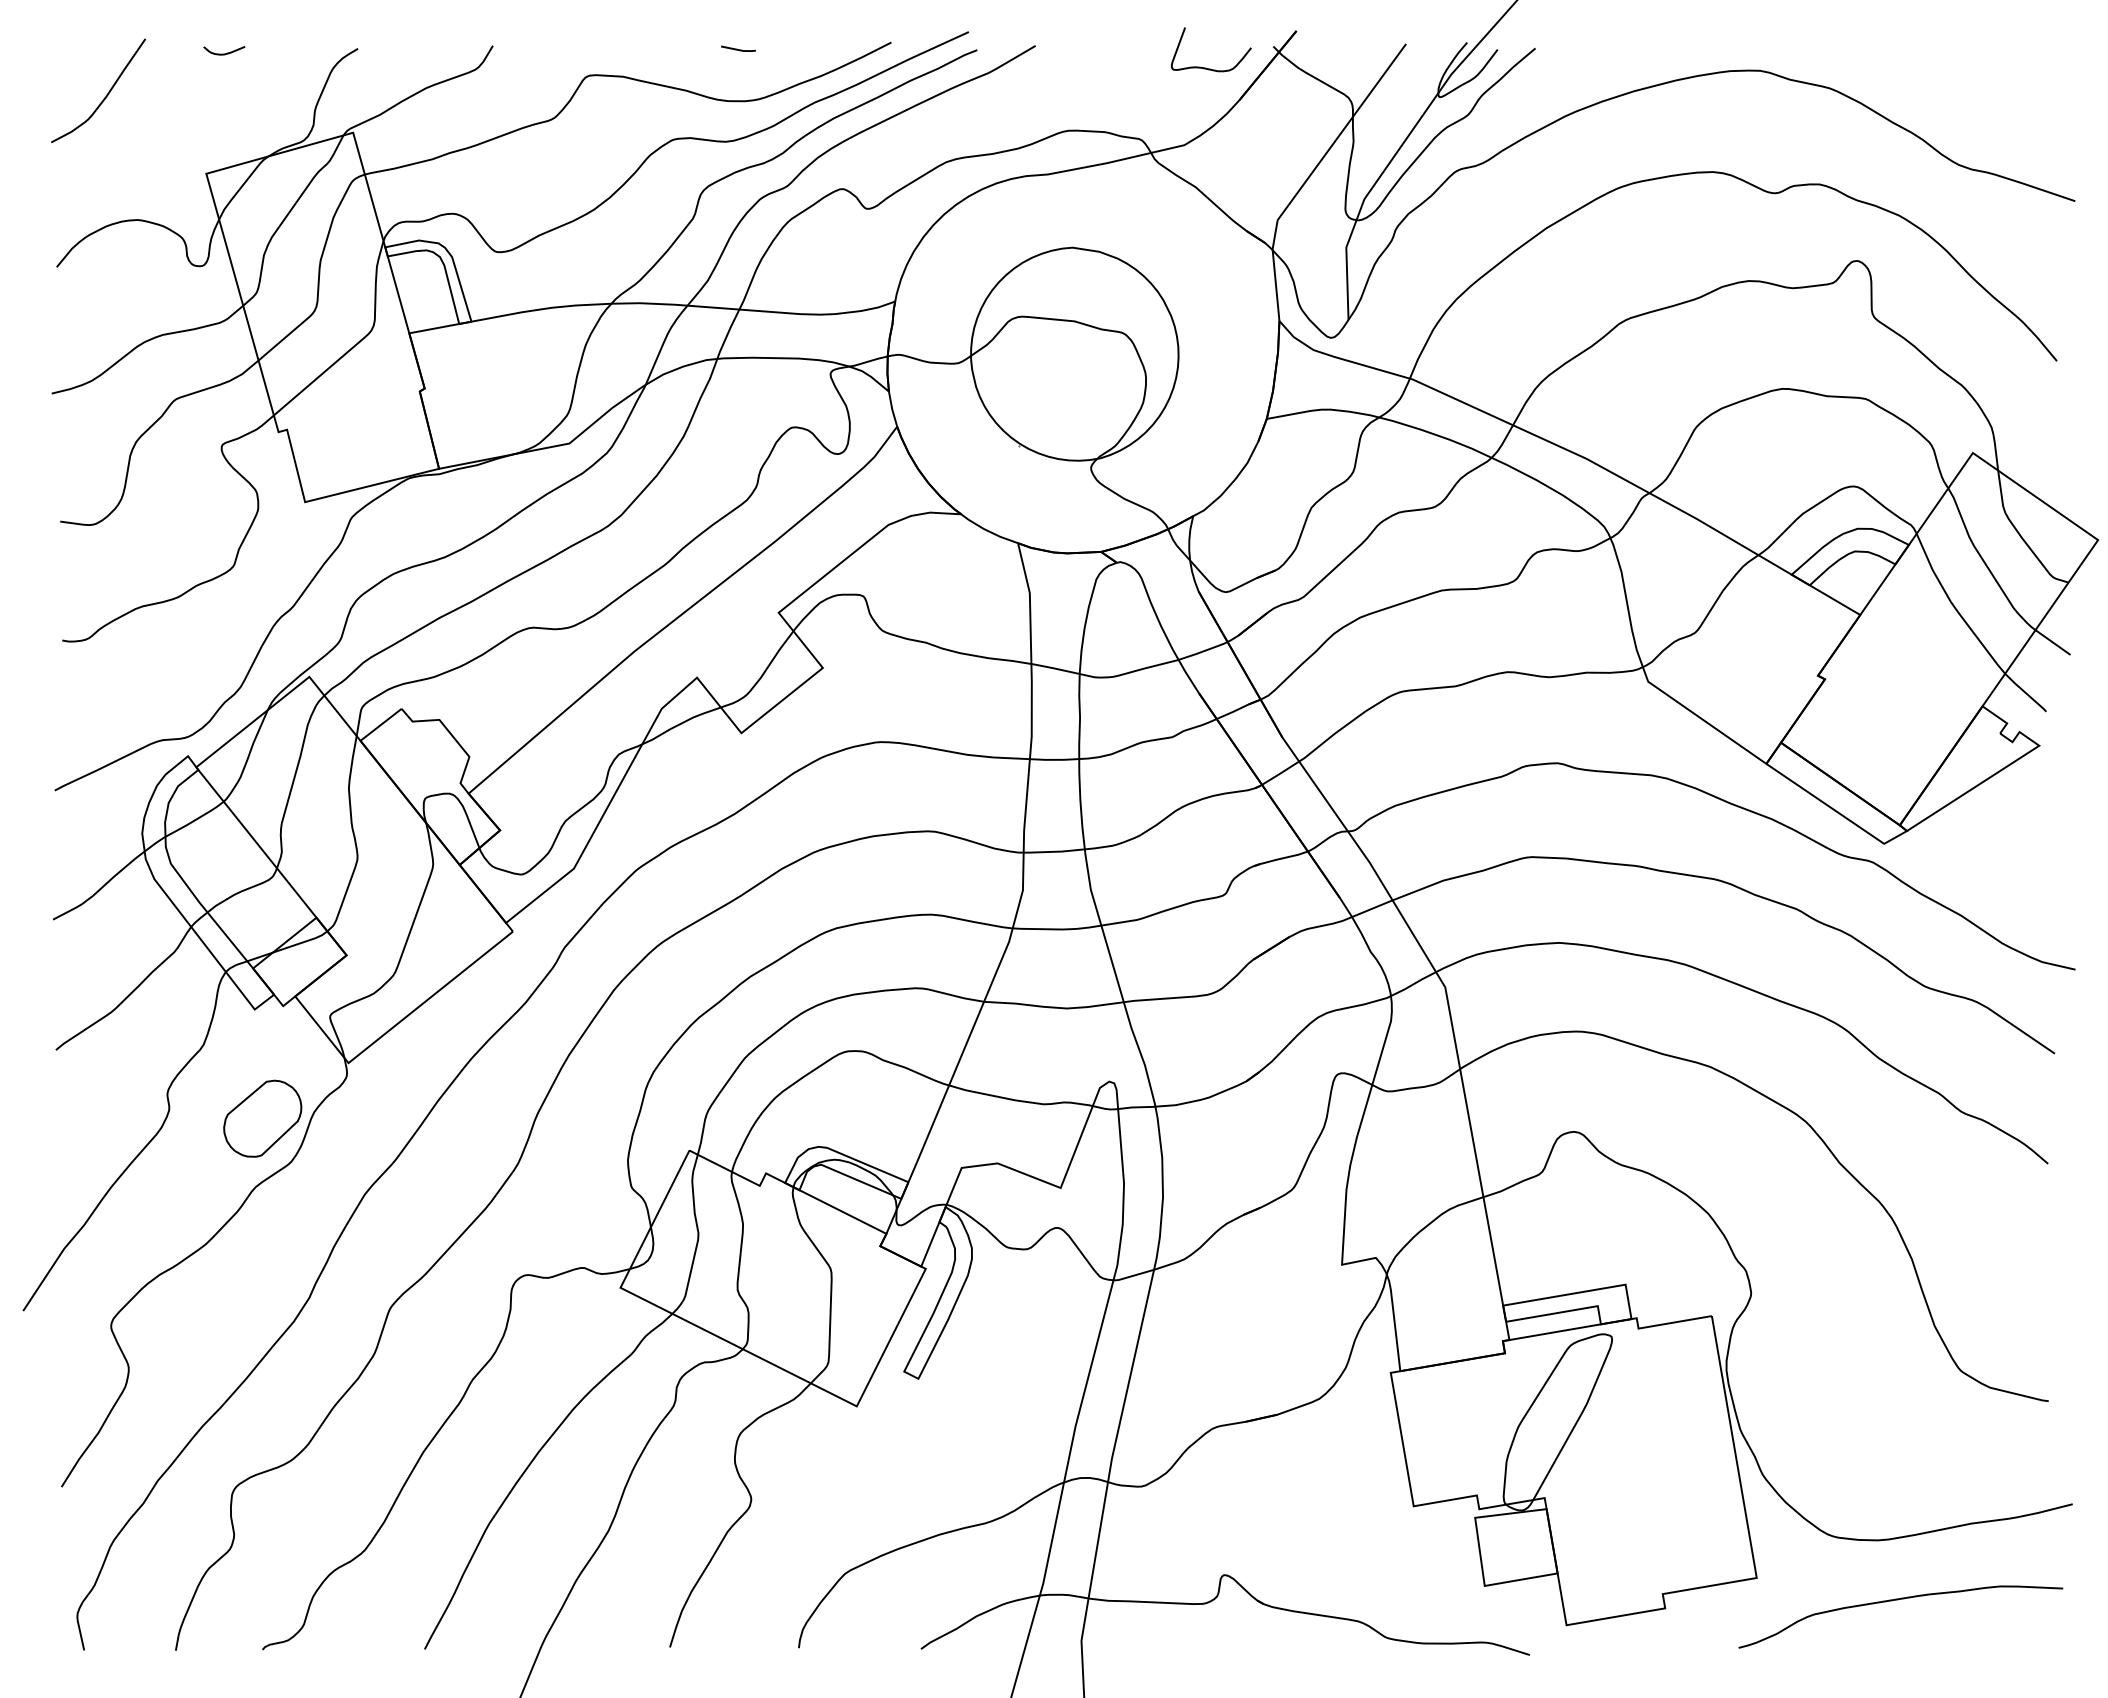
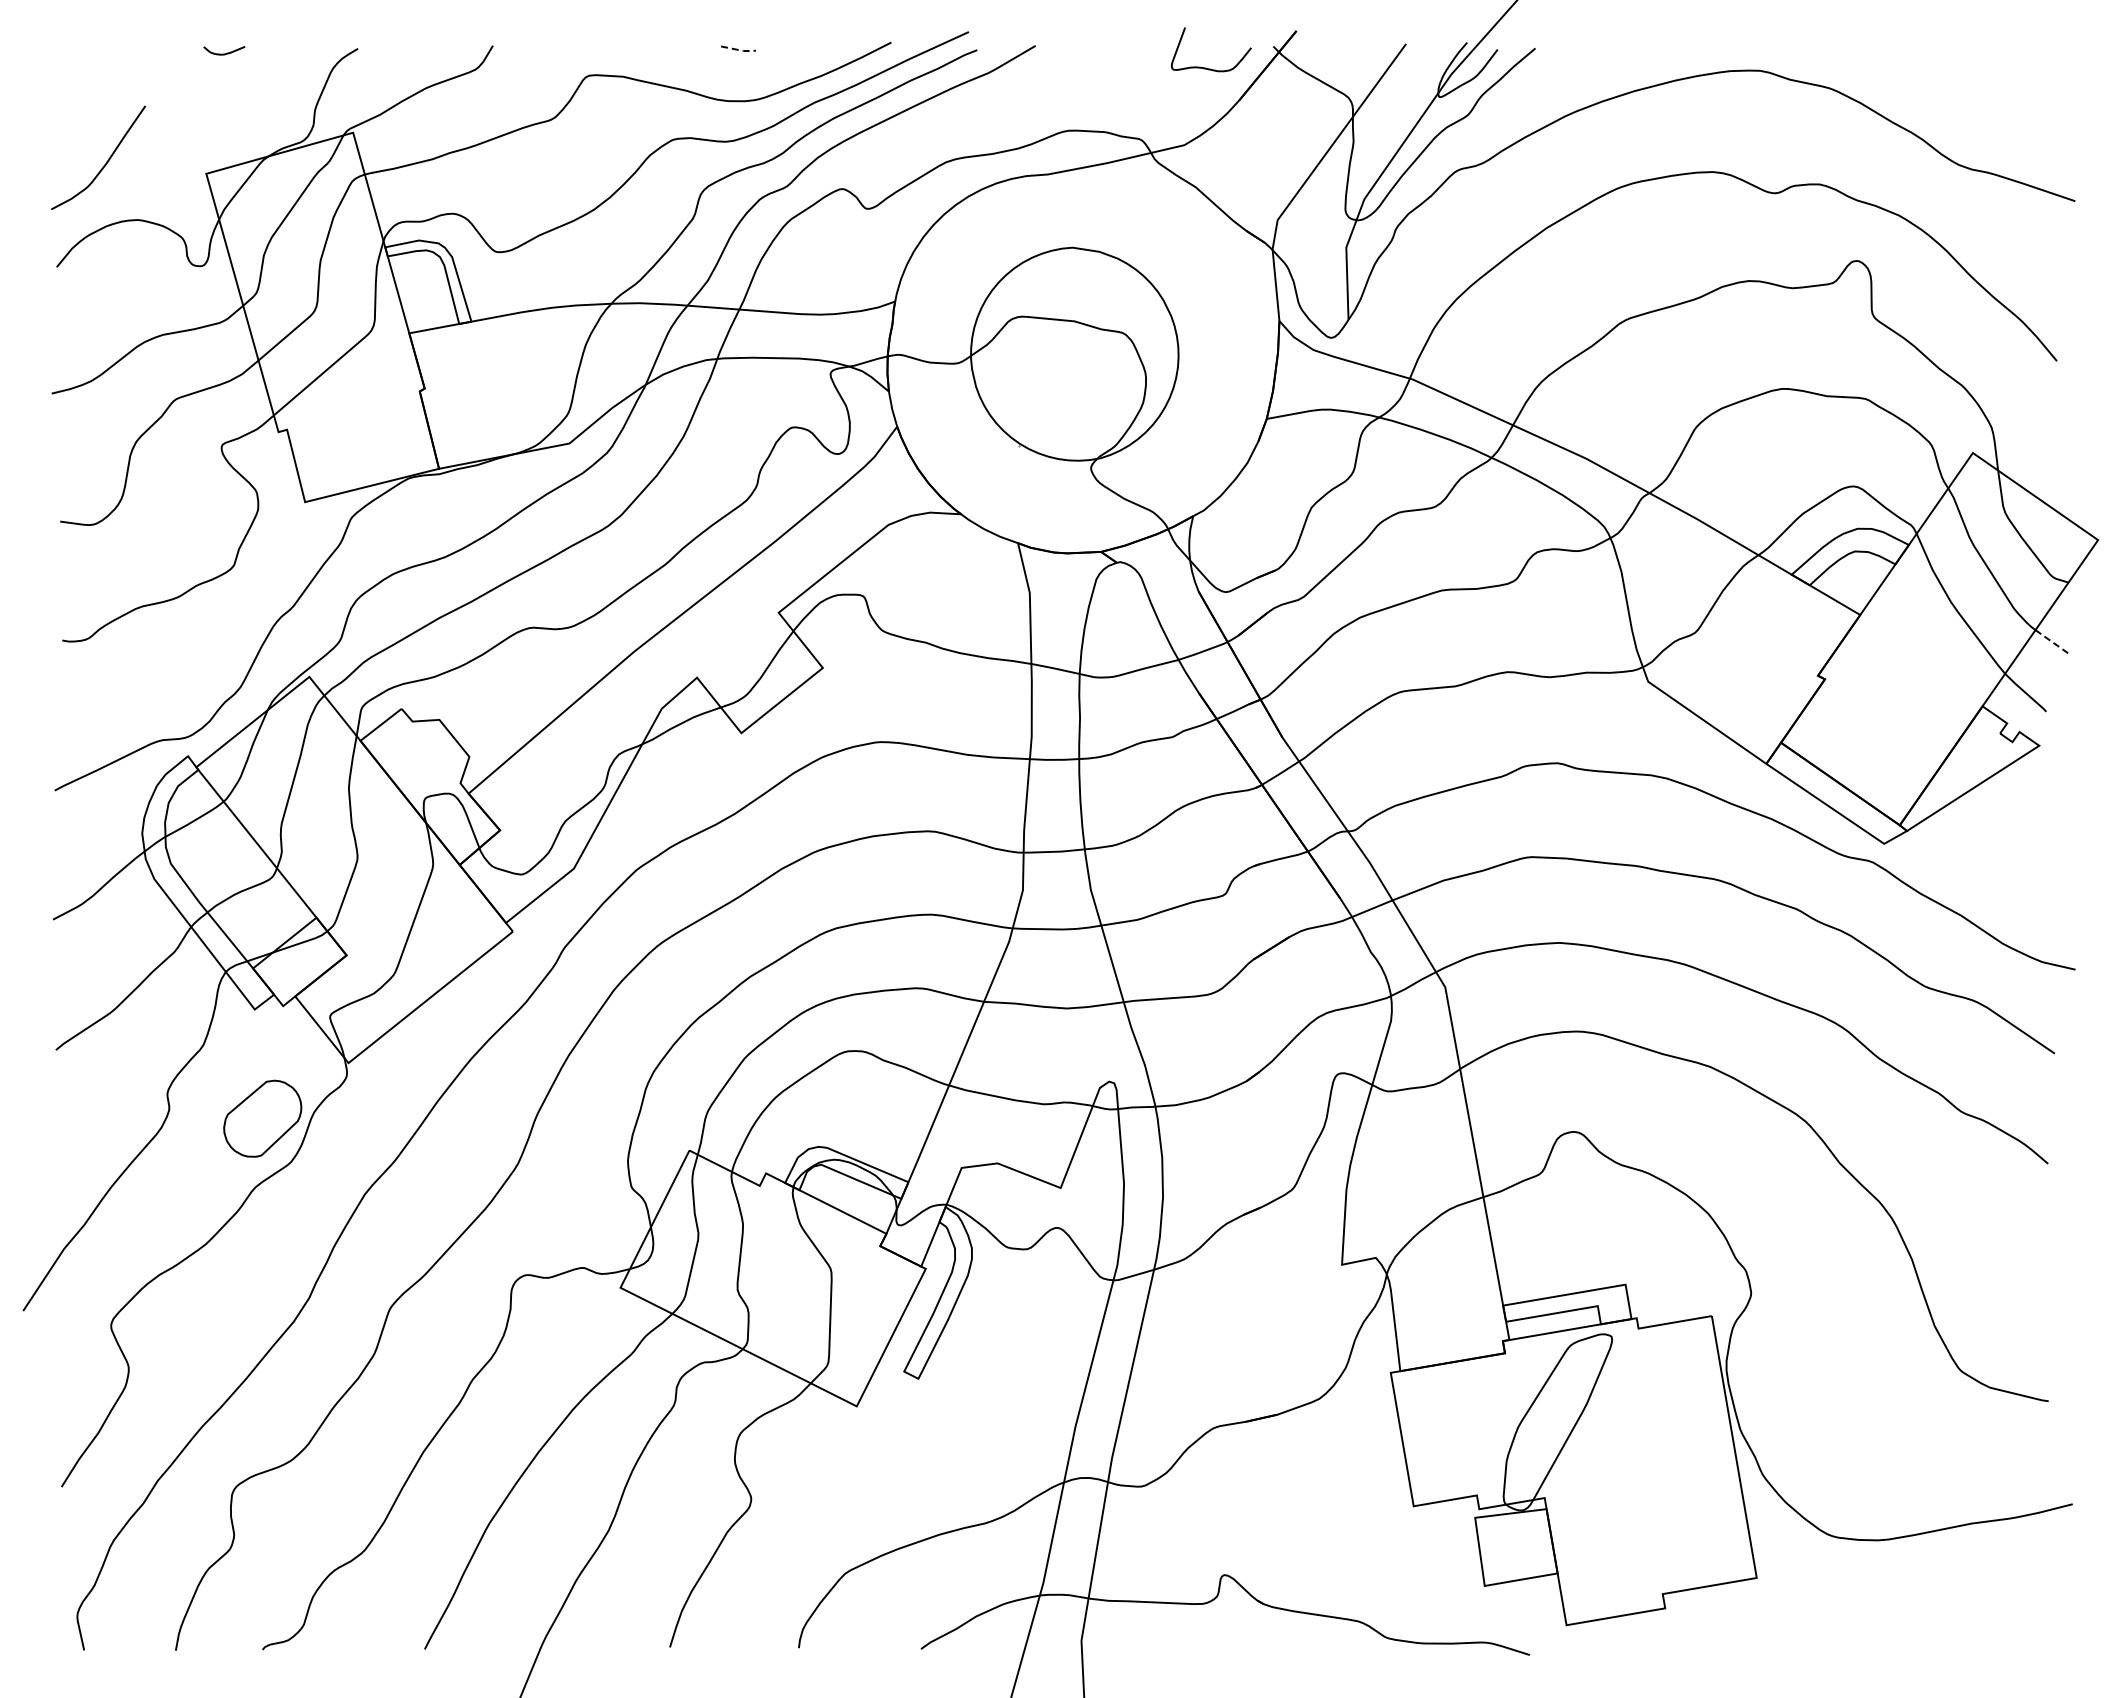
line at (740, 50): solid -> dashed
curve at (106, 94) position: (106, 94) -> (106, 161)
line at (2053, 642): solid -> dashed
curve at (1898, 1600): present -> none
